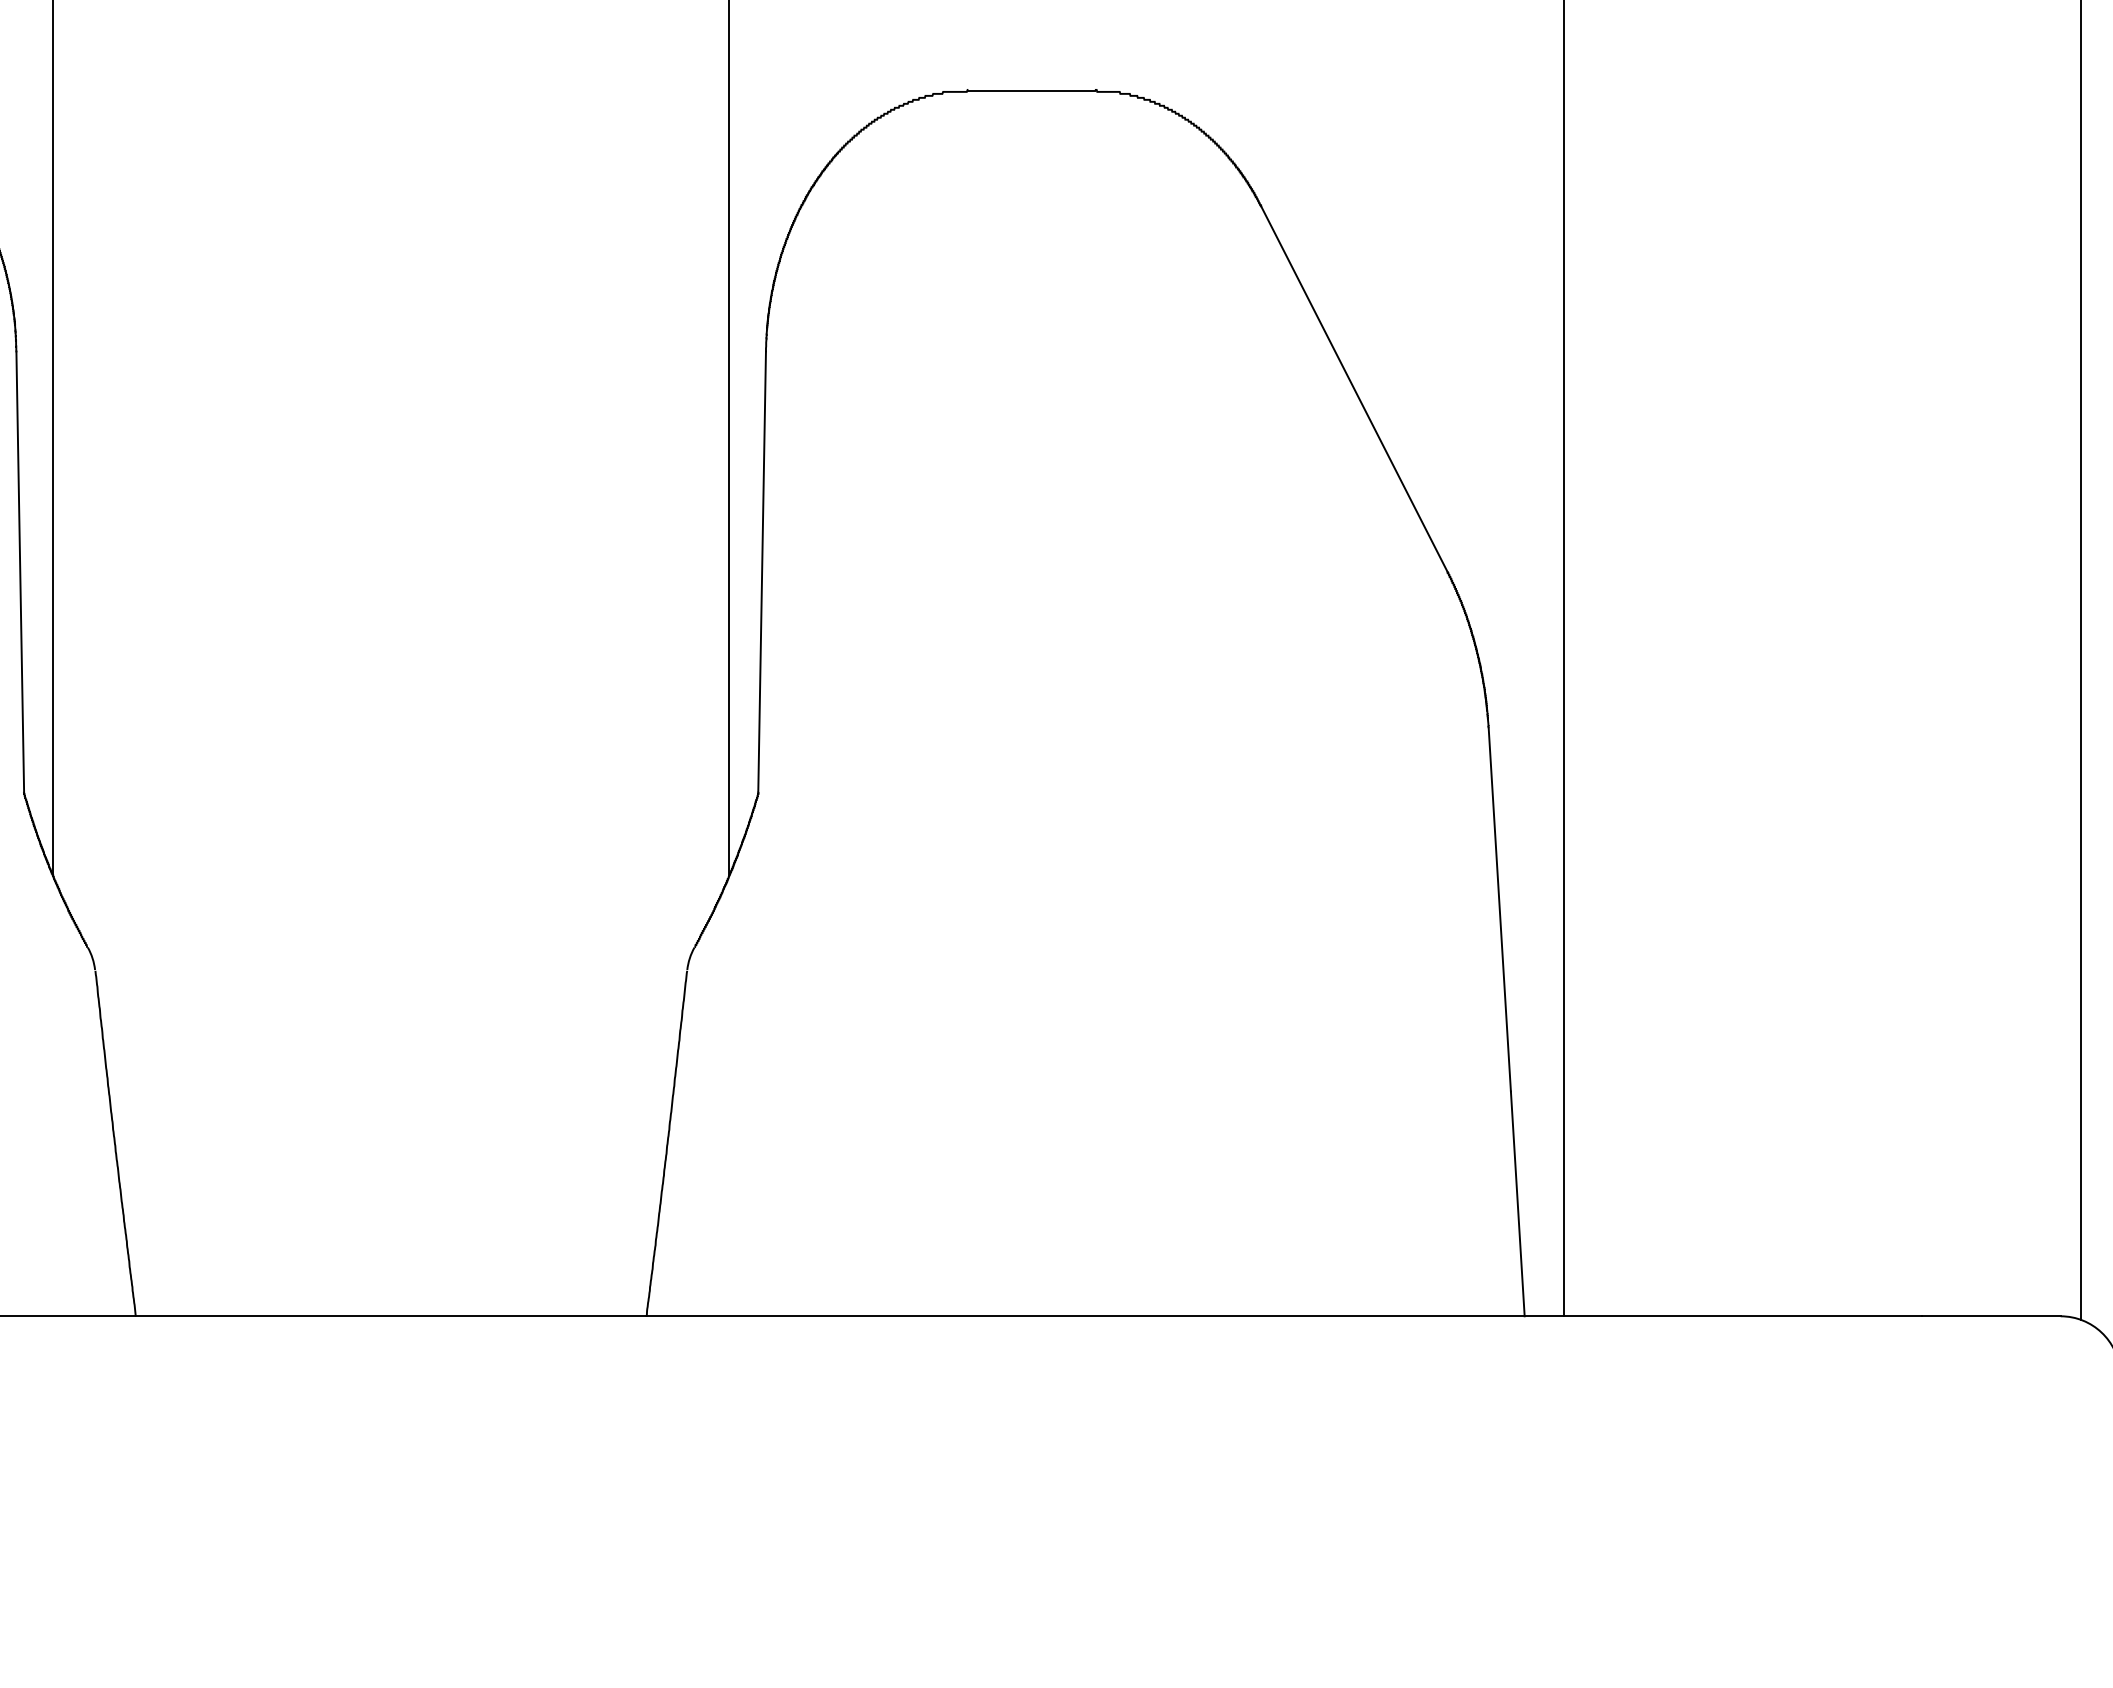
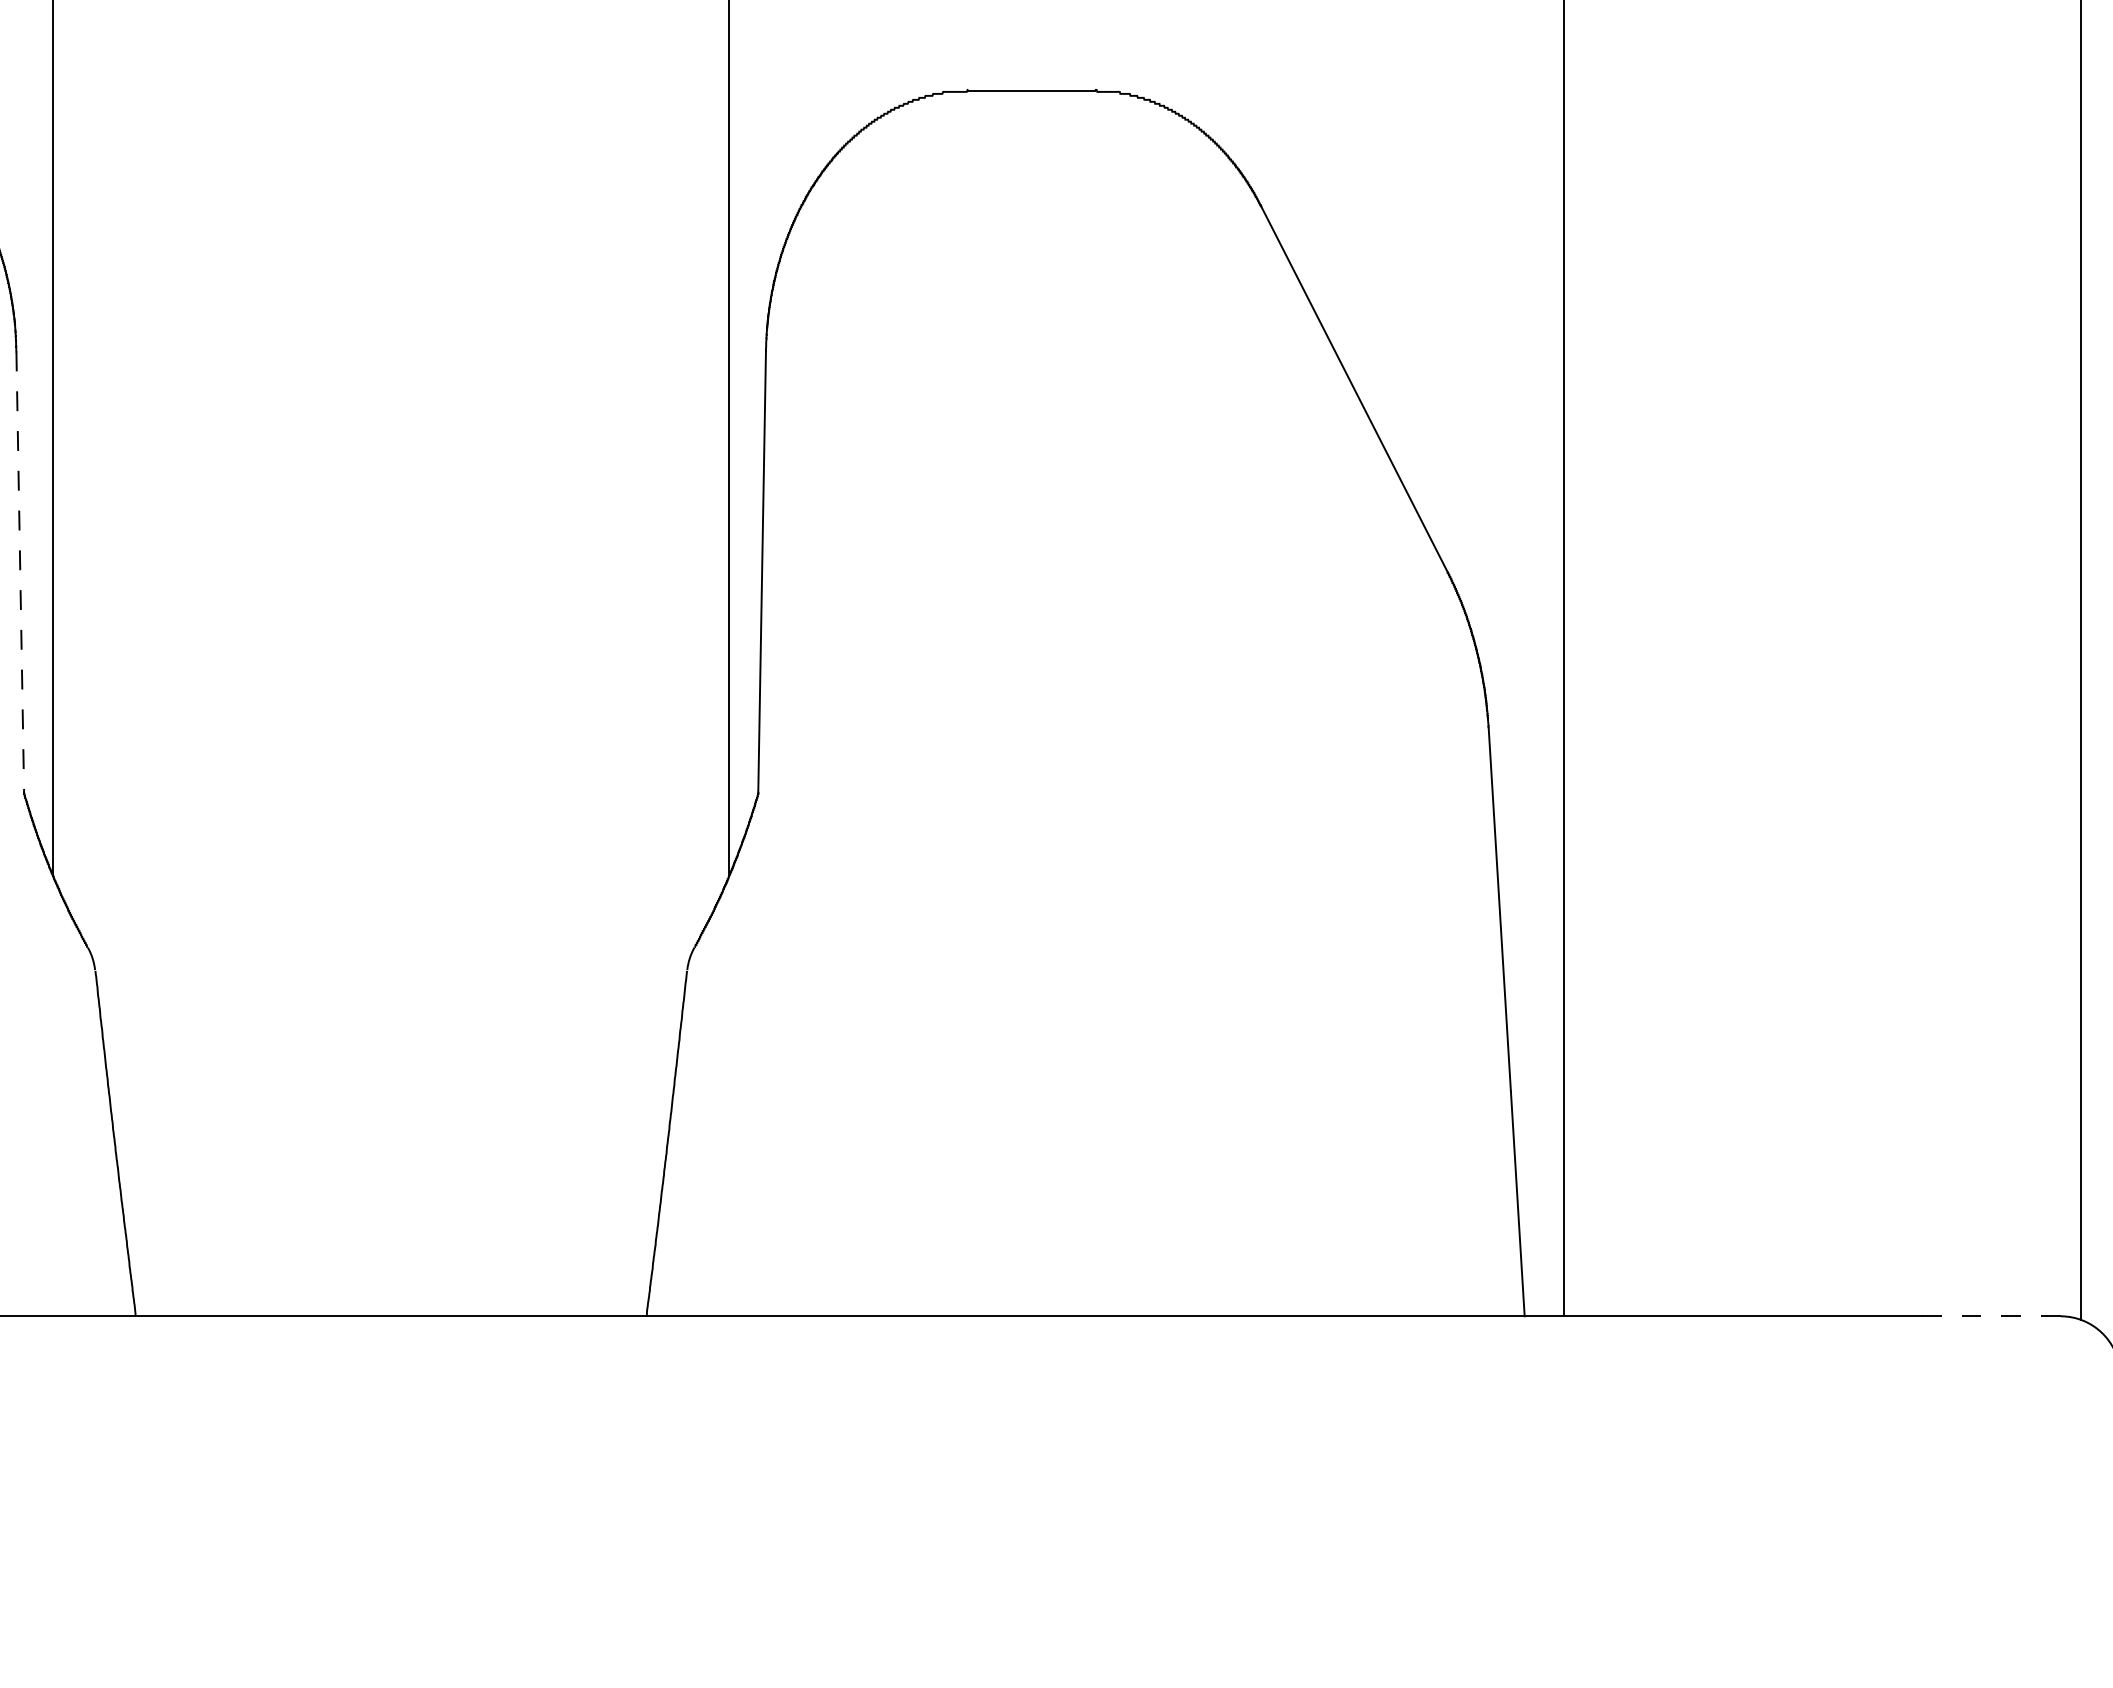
line at (20, 573): solid -> dashed
line at (1991, 1316): solid -> dashed
